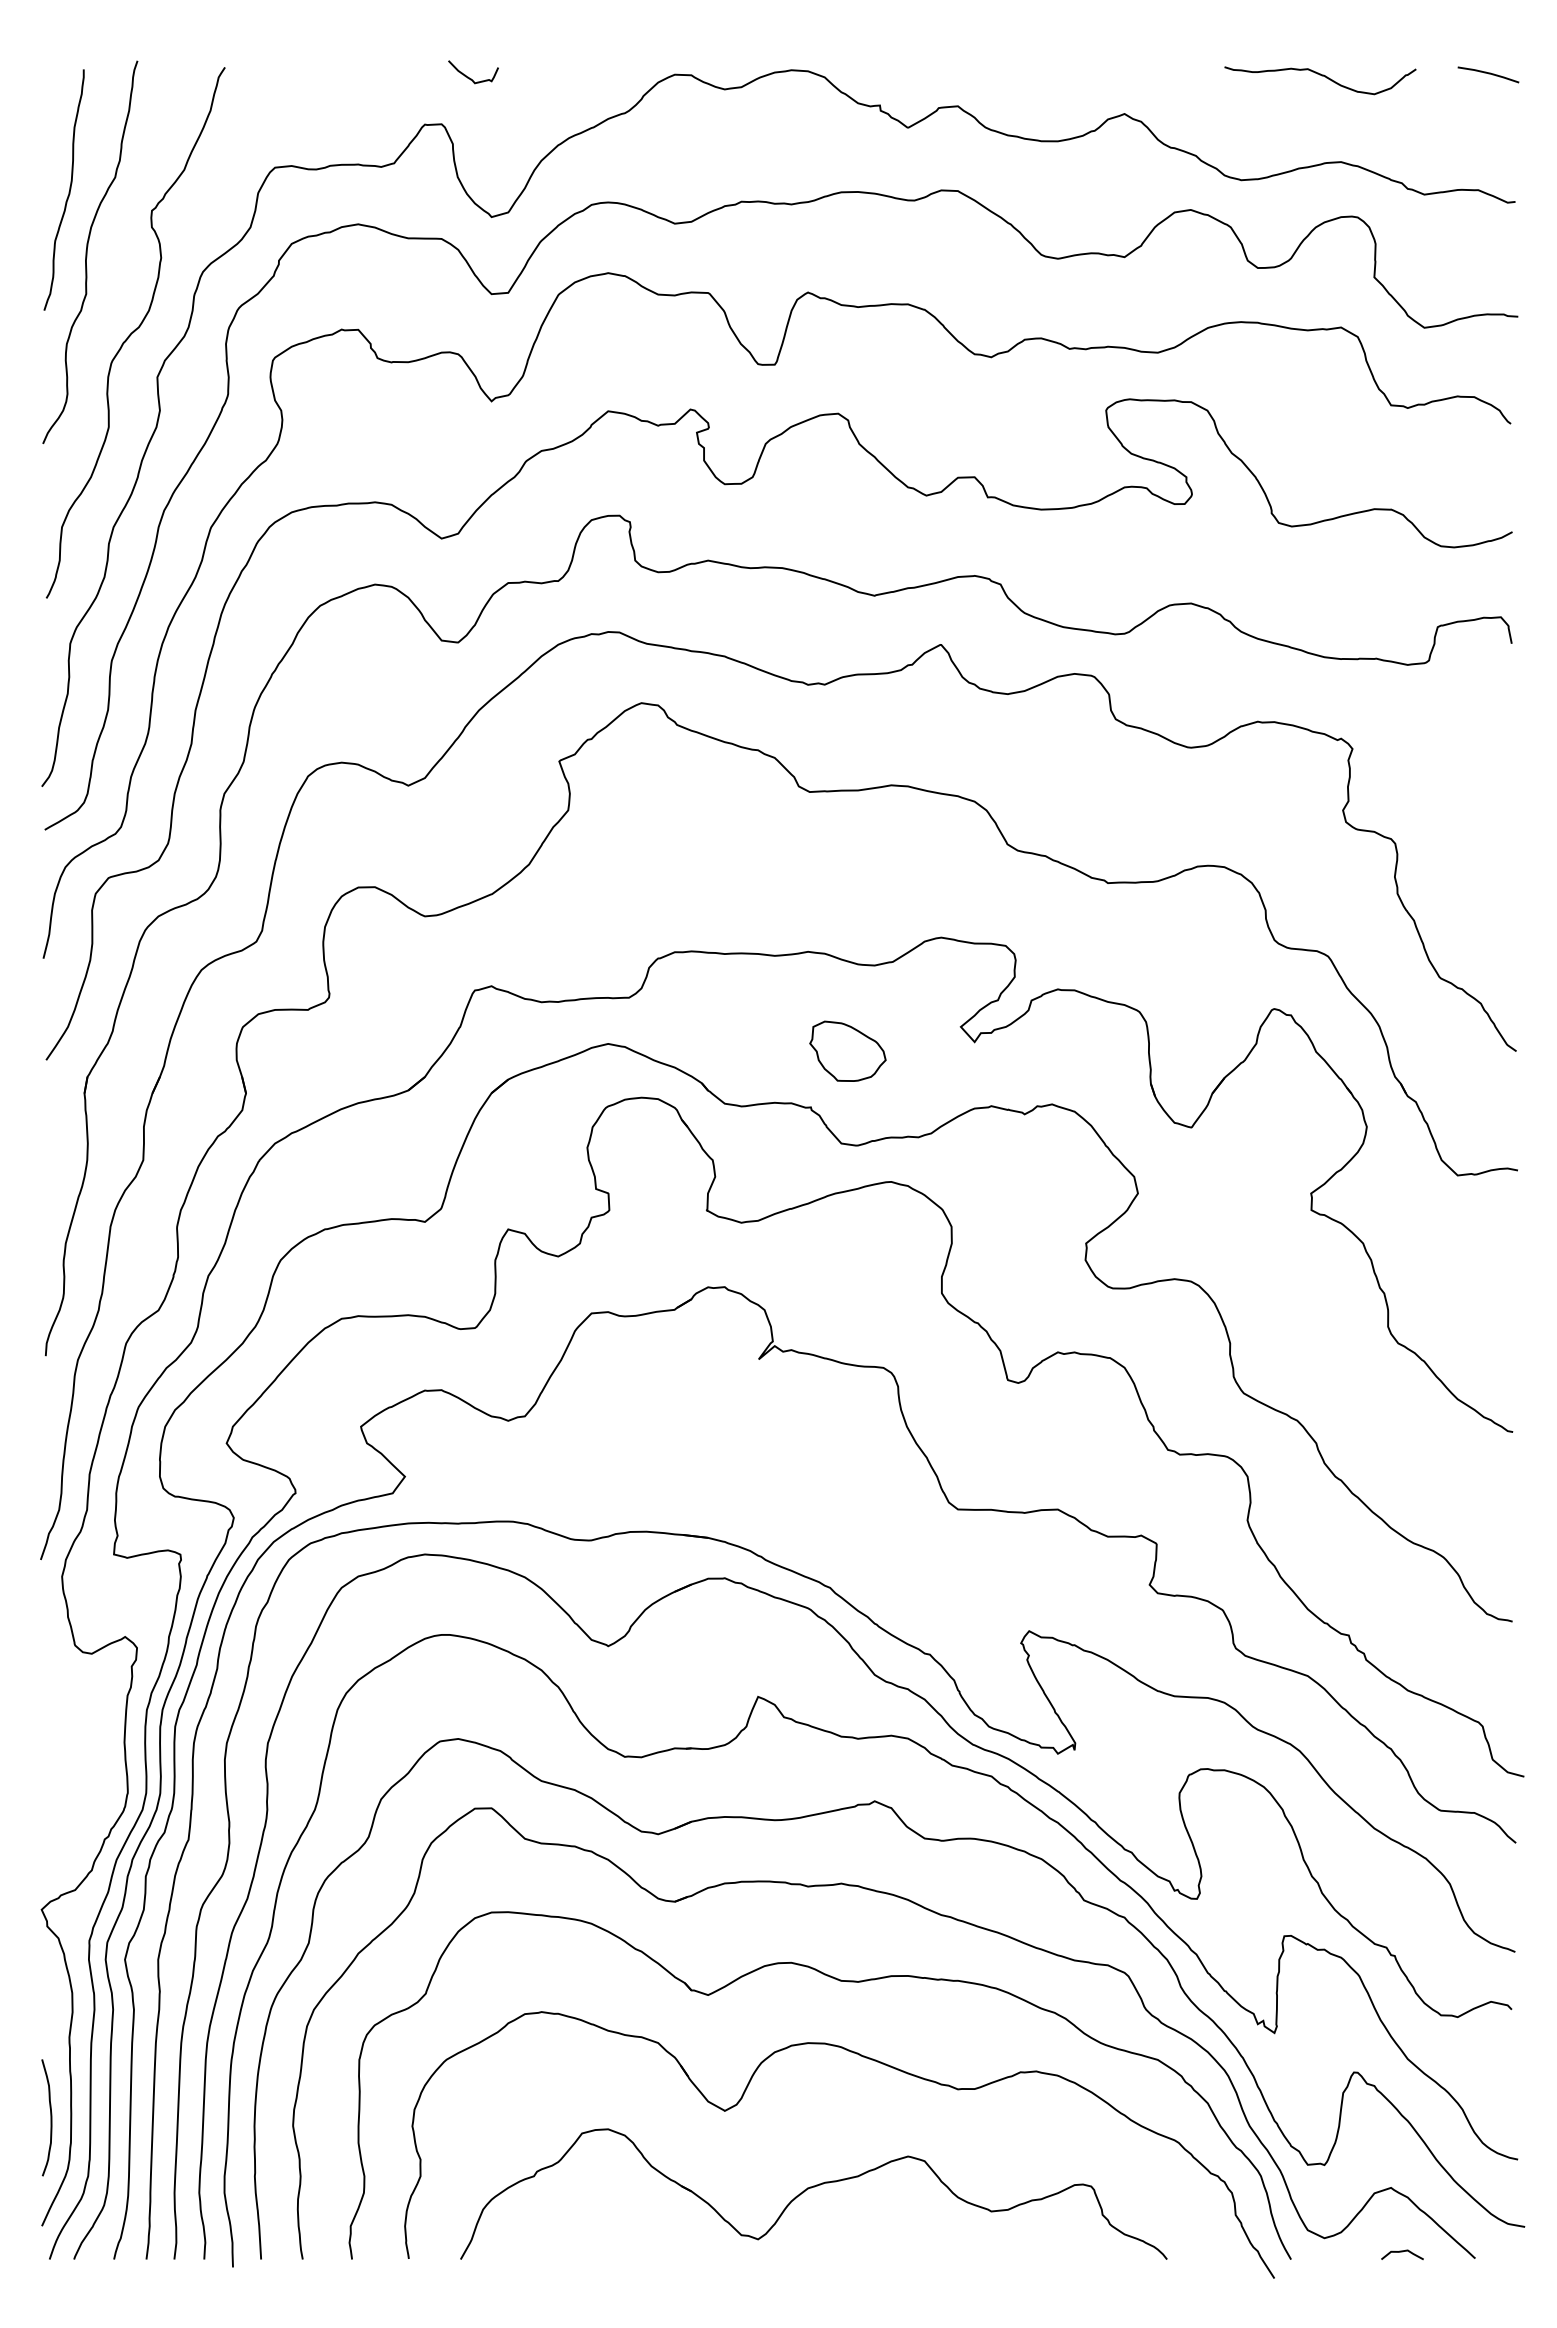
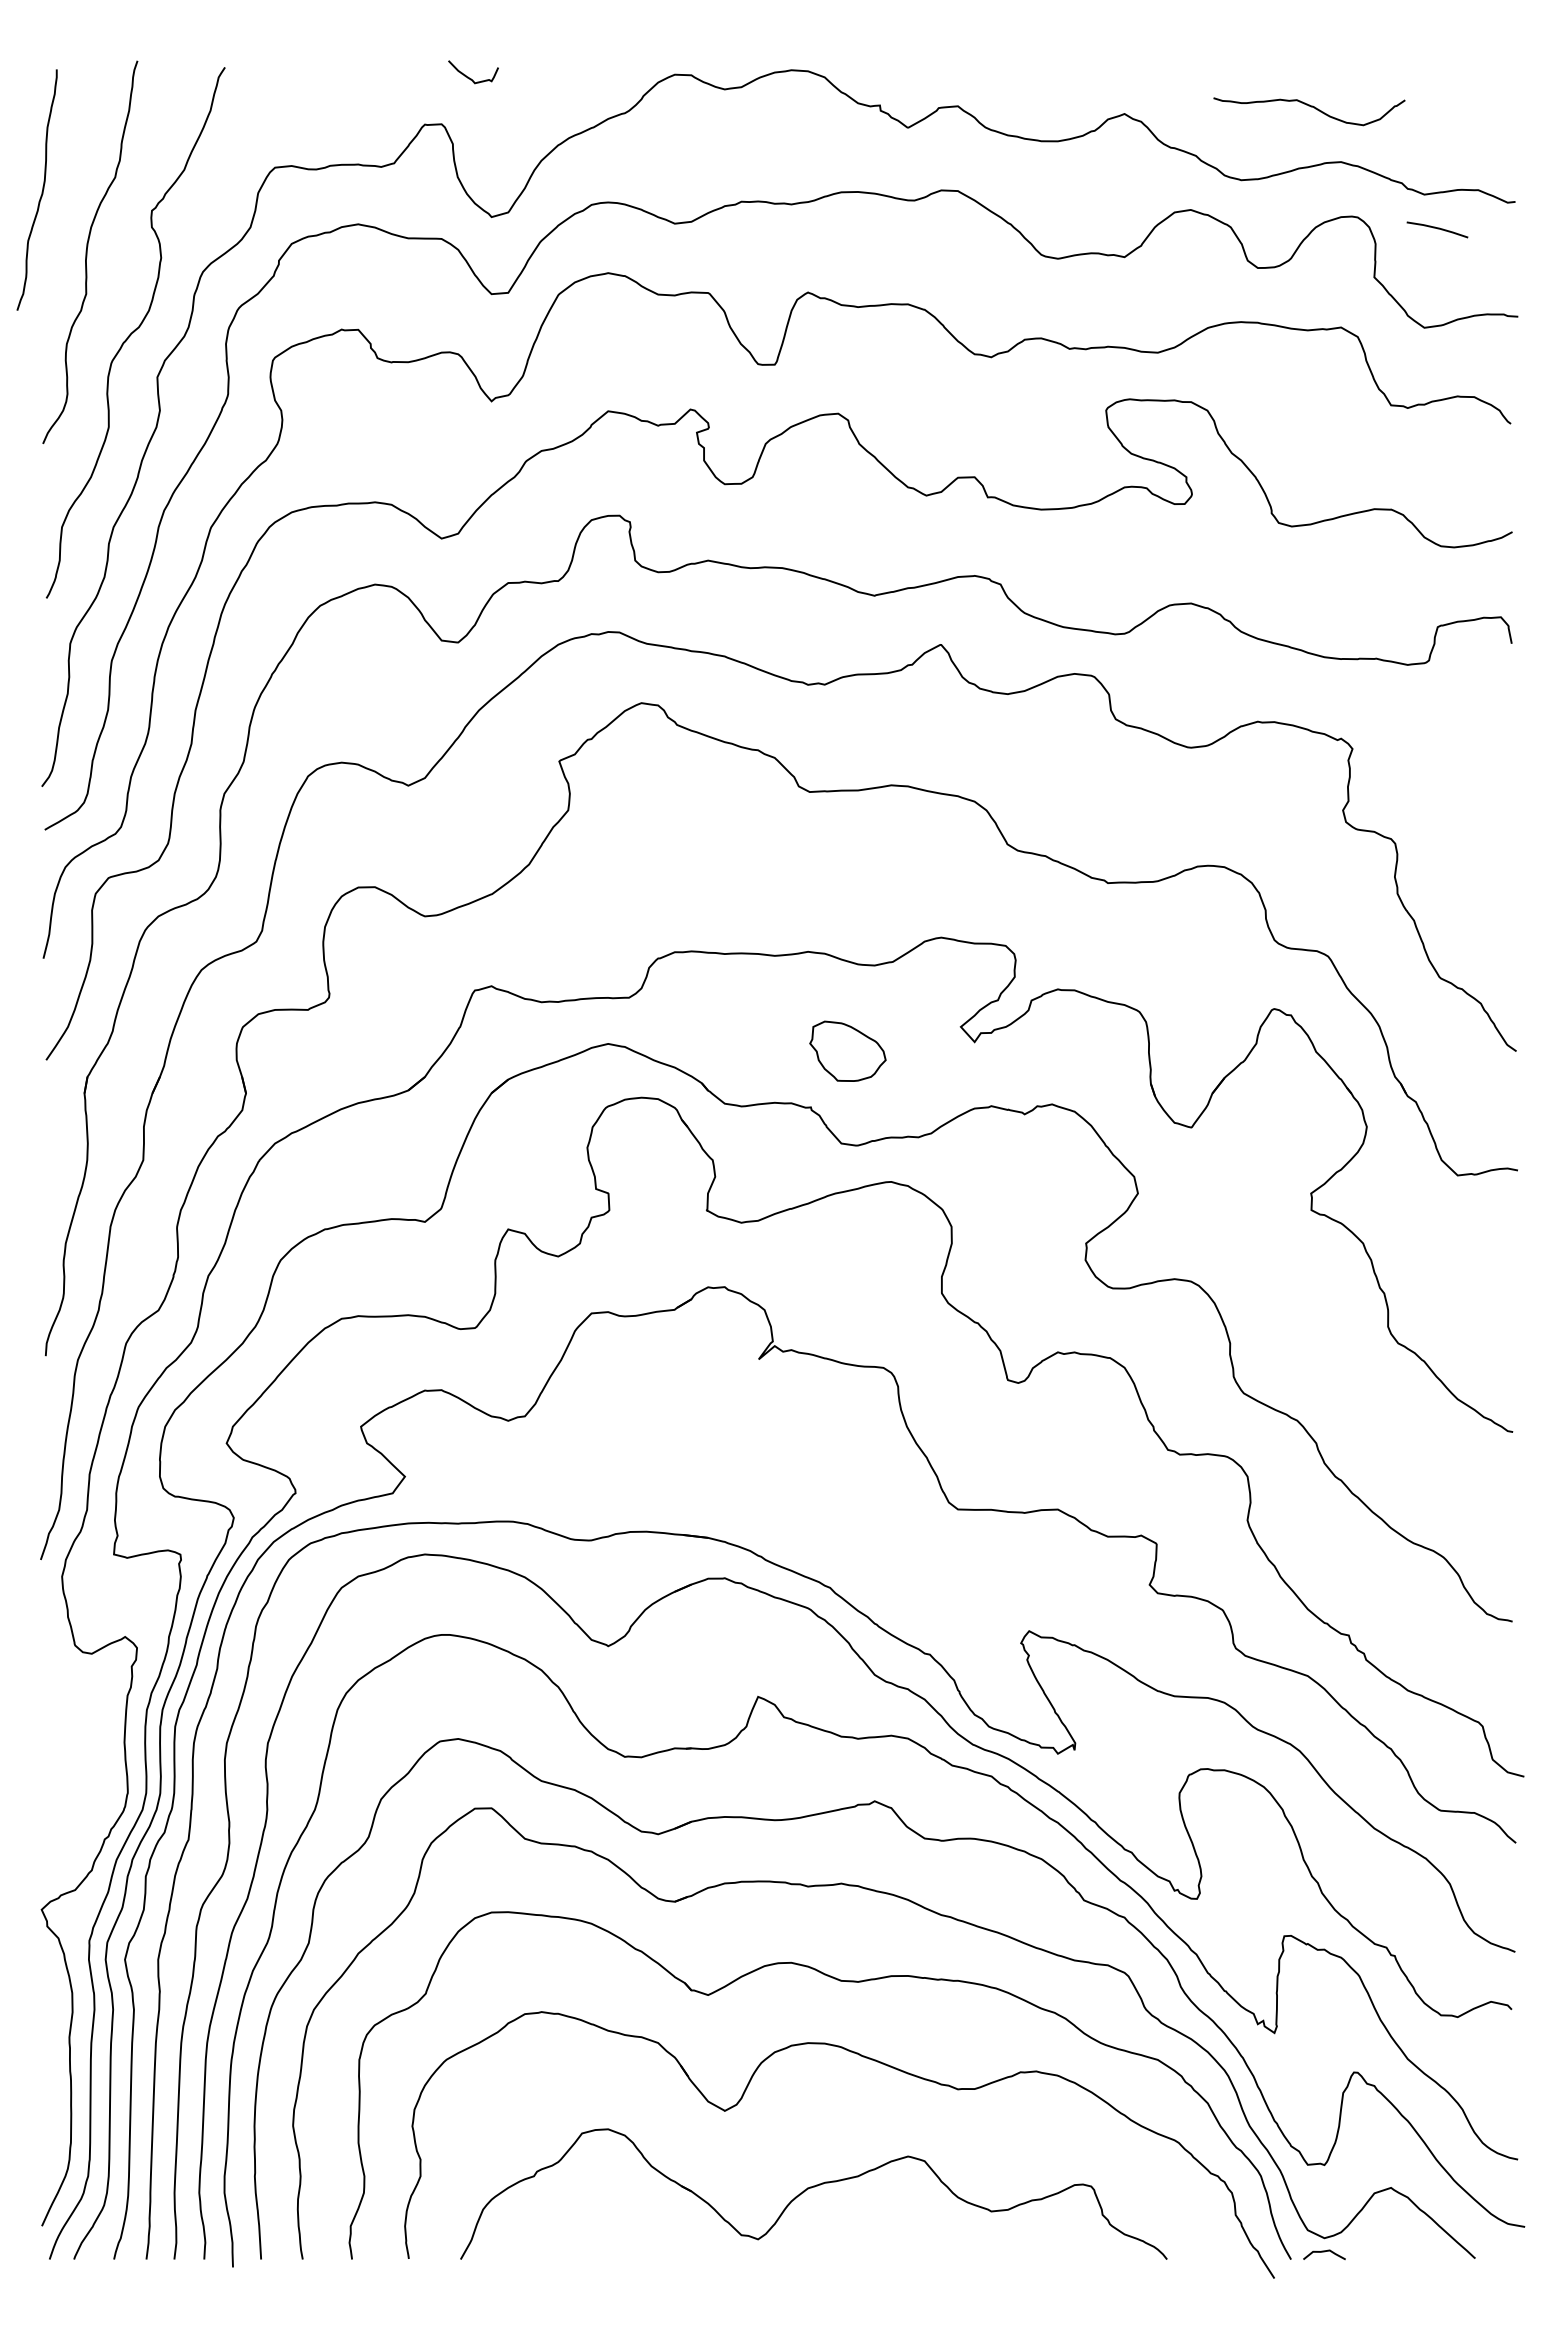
line at (1488, 74) position: (1488, 74) -> (1437, 229)
curve at (1322, 76) position: (1322, 76) -> (1311, 107)
curve at (68, 191) position: (68, 191) -> (41, 191)
curve at (50, 2117): present -> none
curve at (1402, 2252) position: (1402, 2252) -> (1324, 2252)
